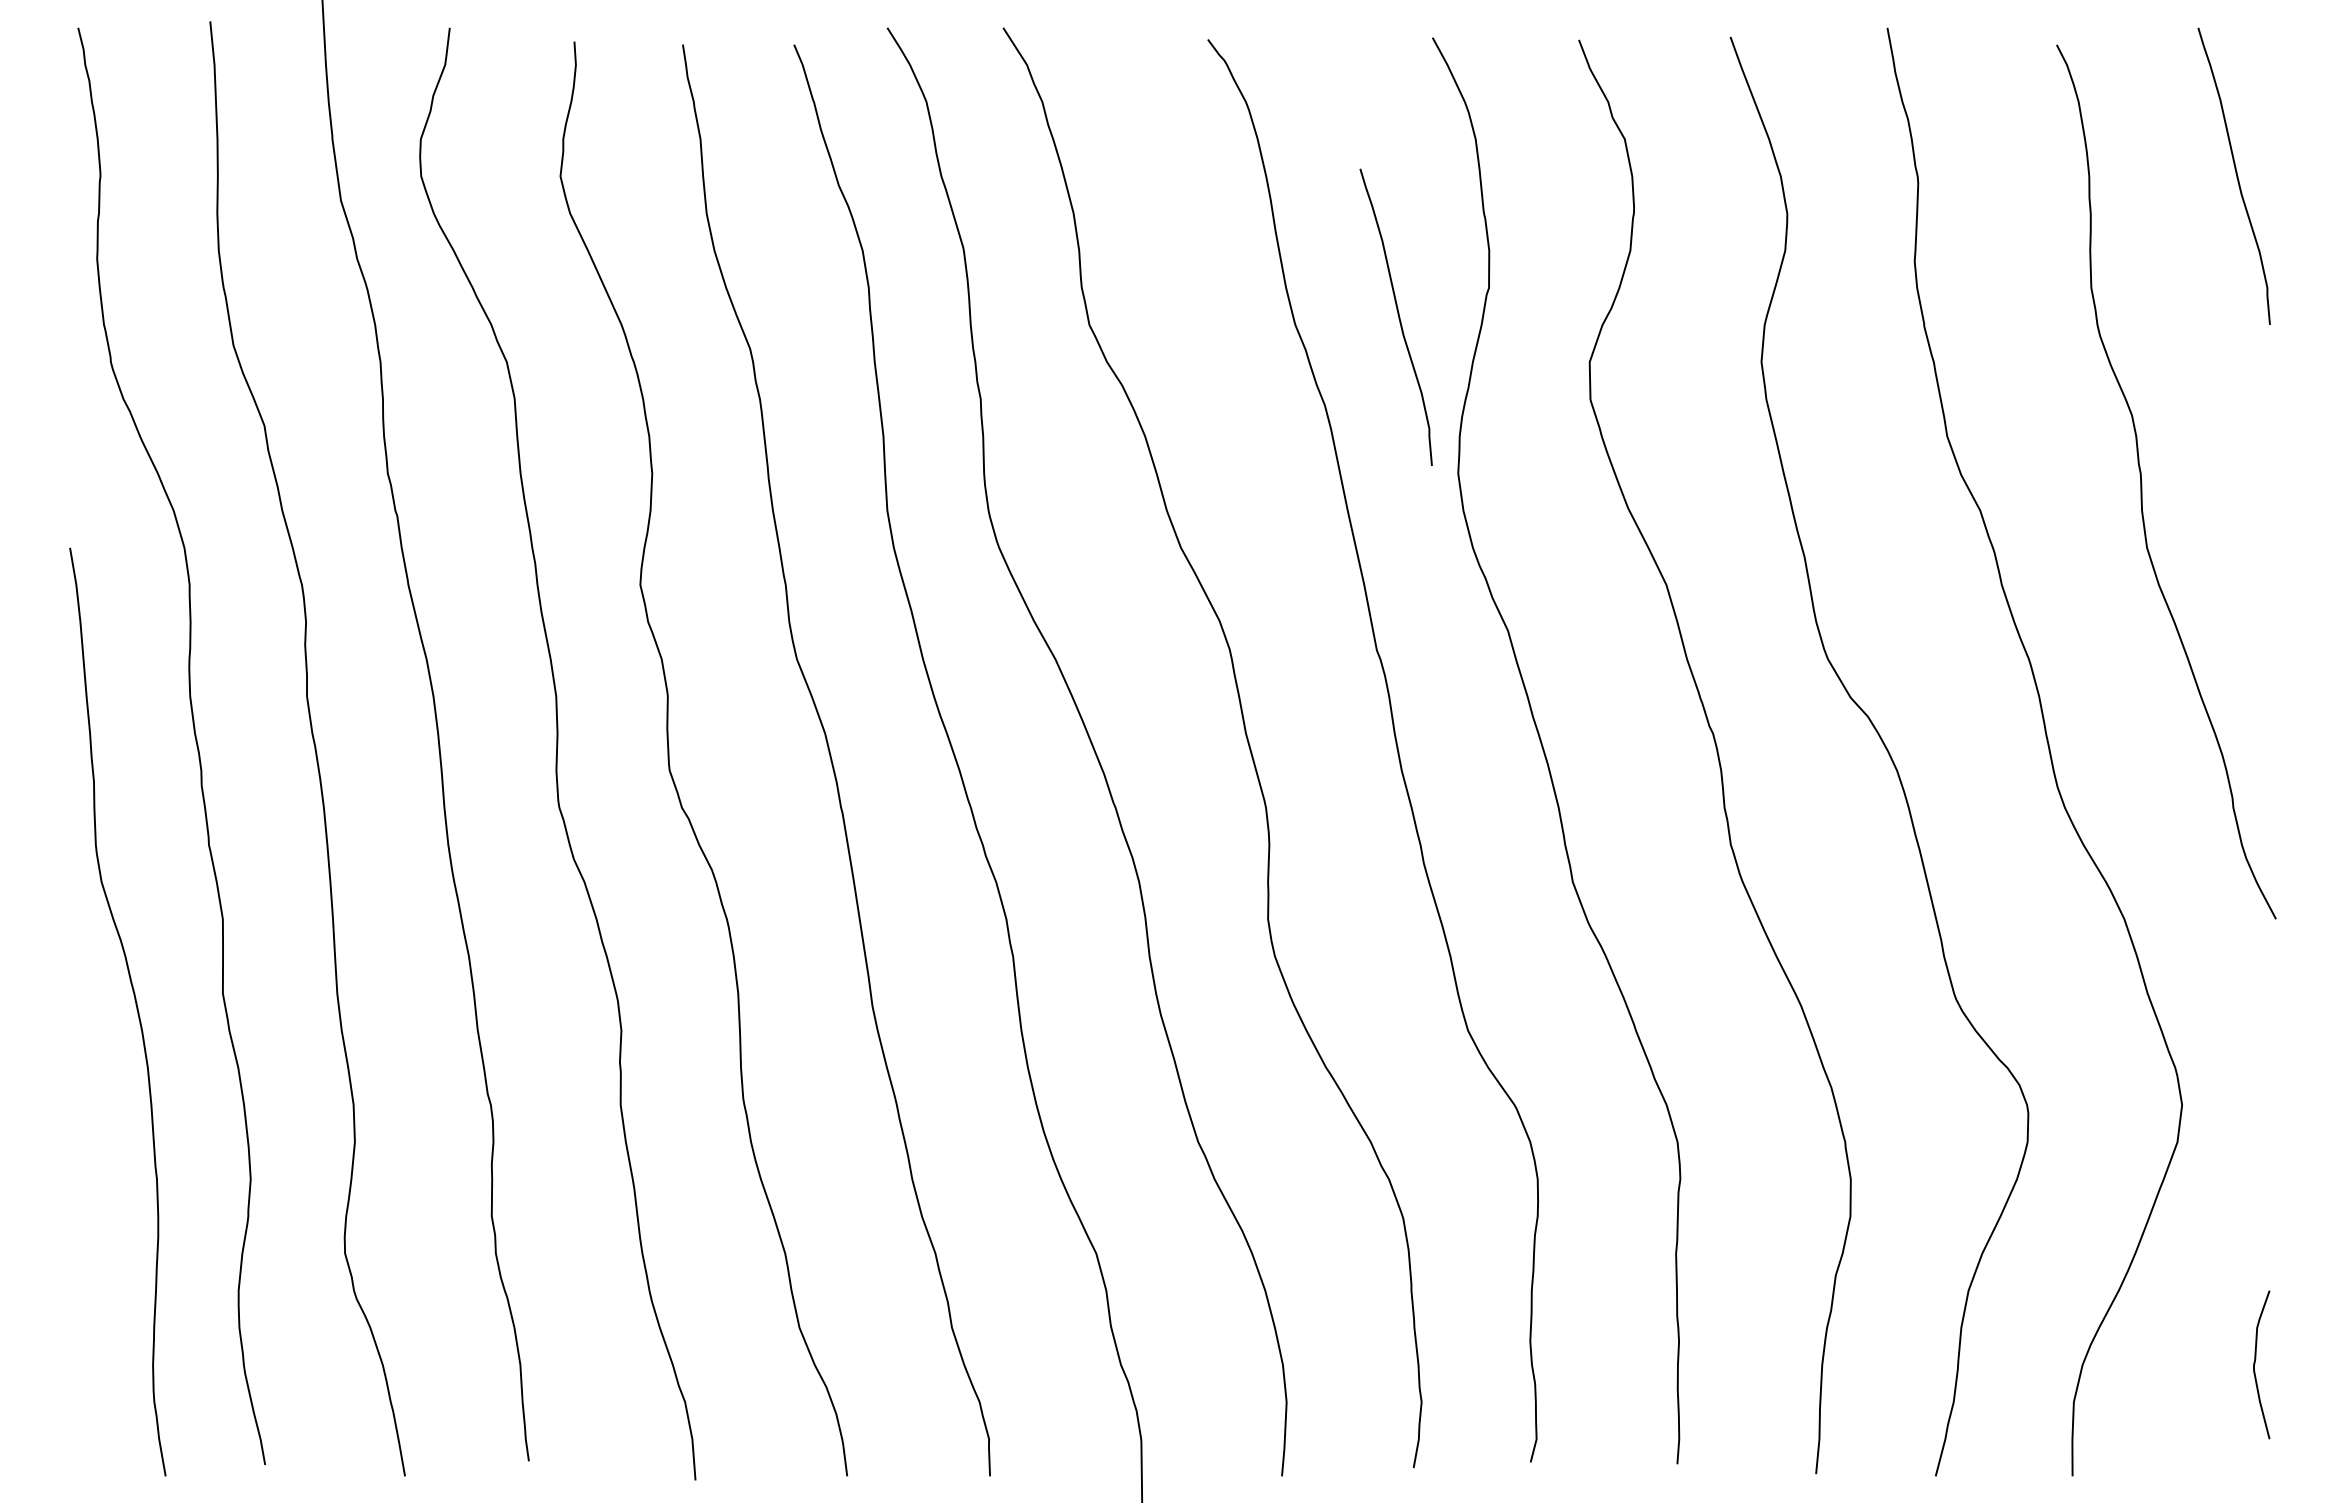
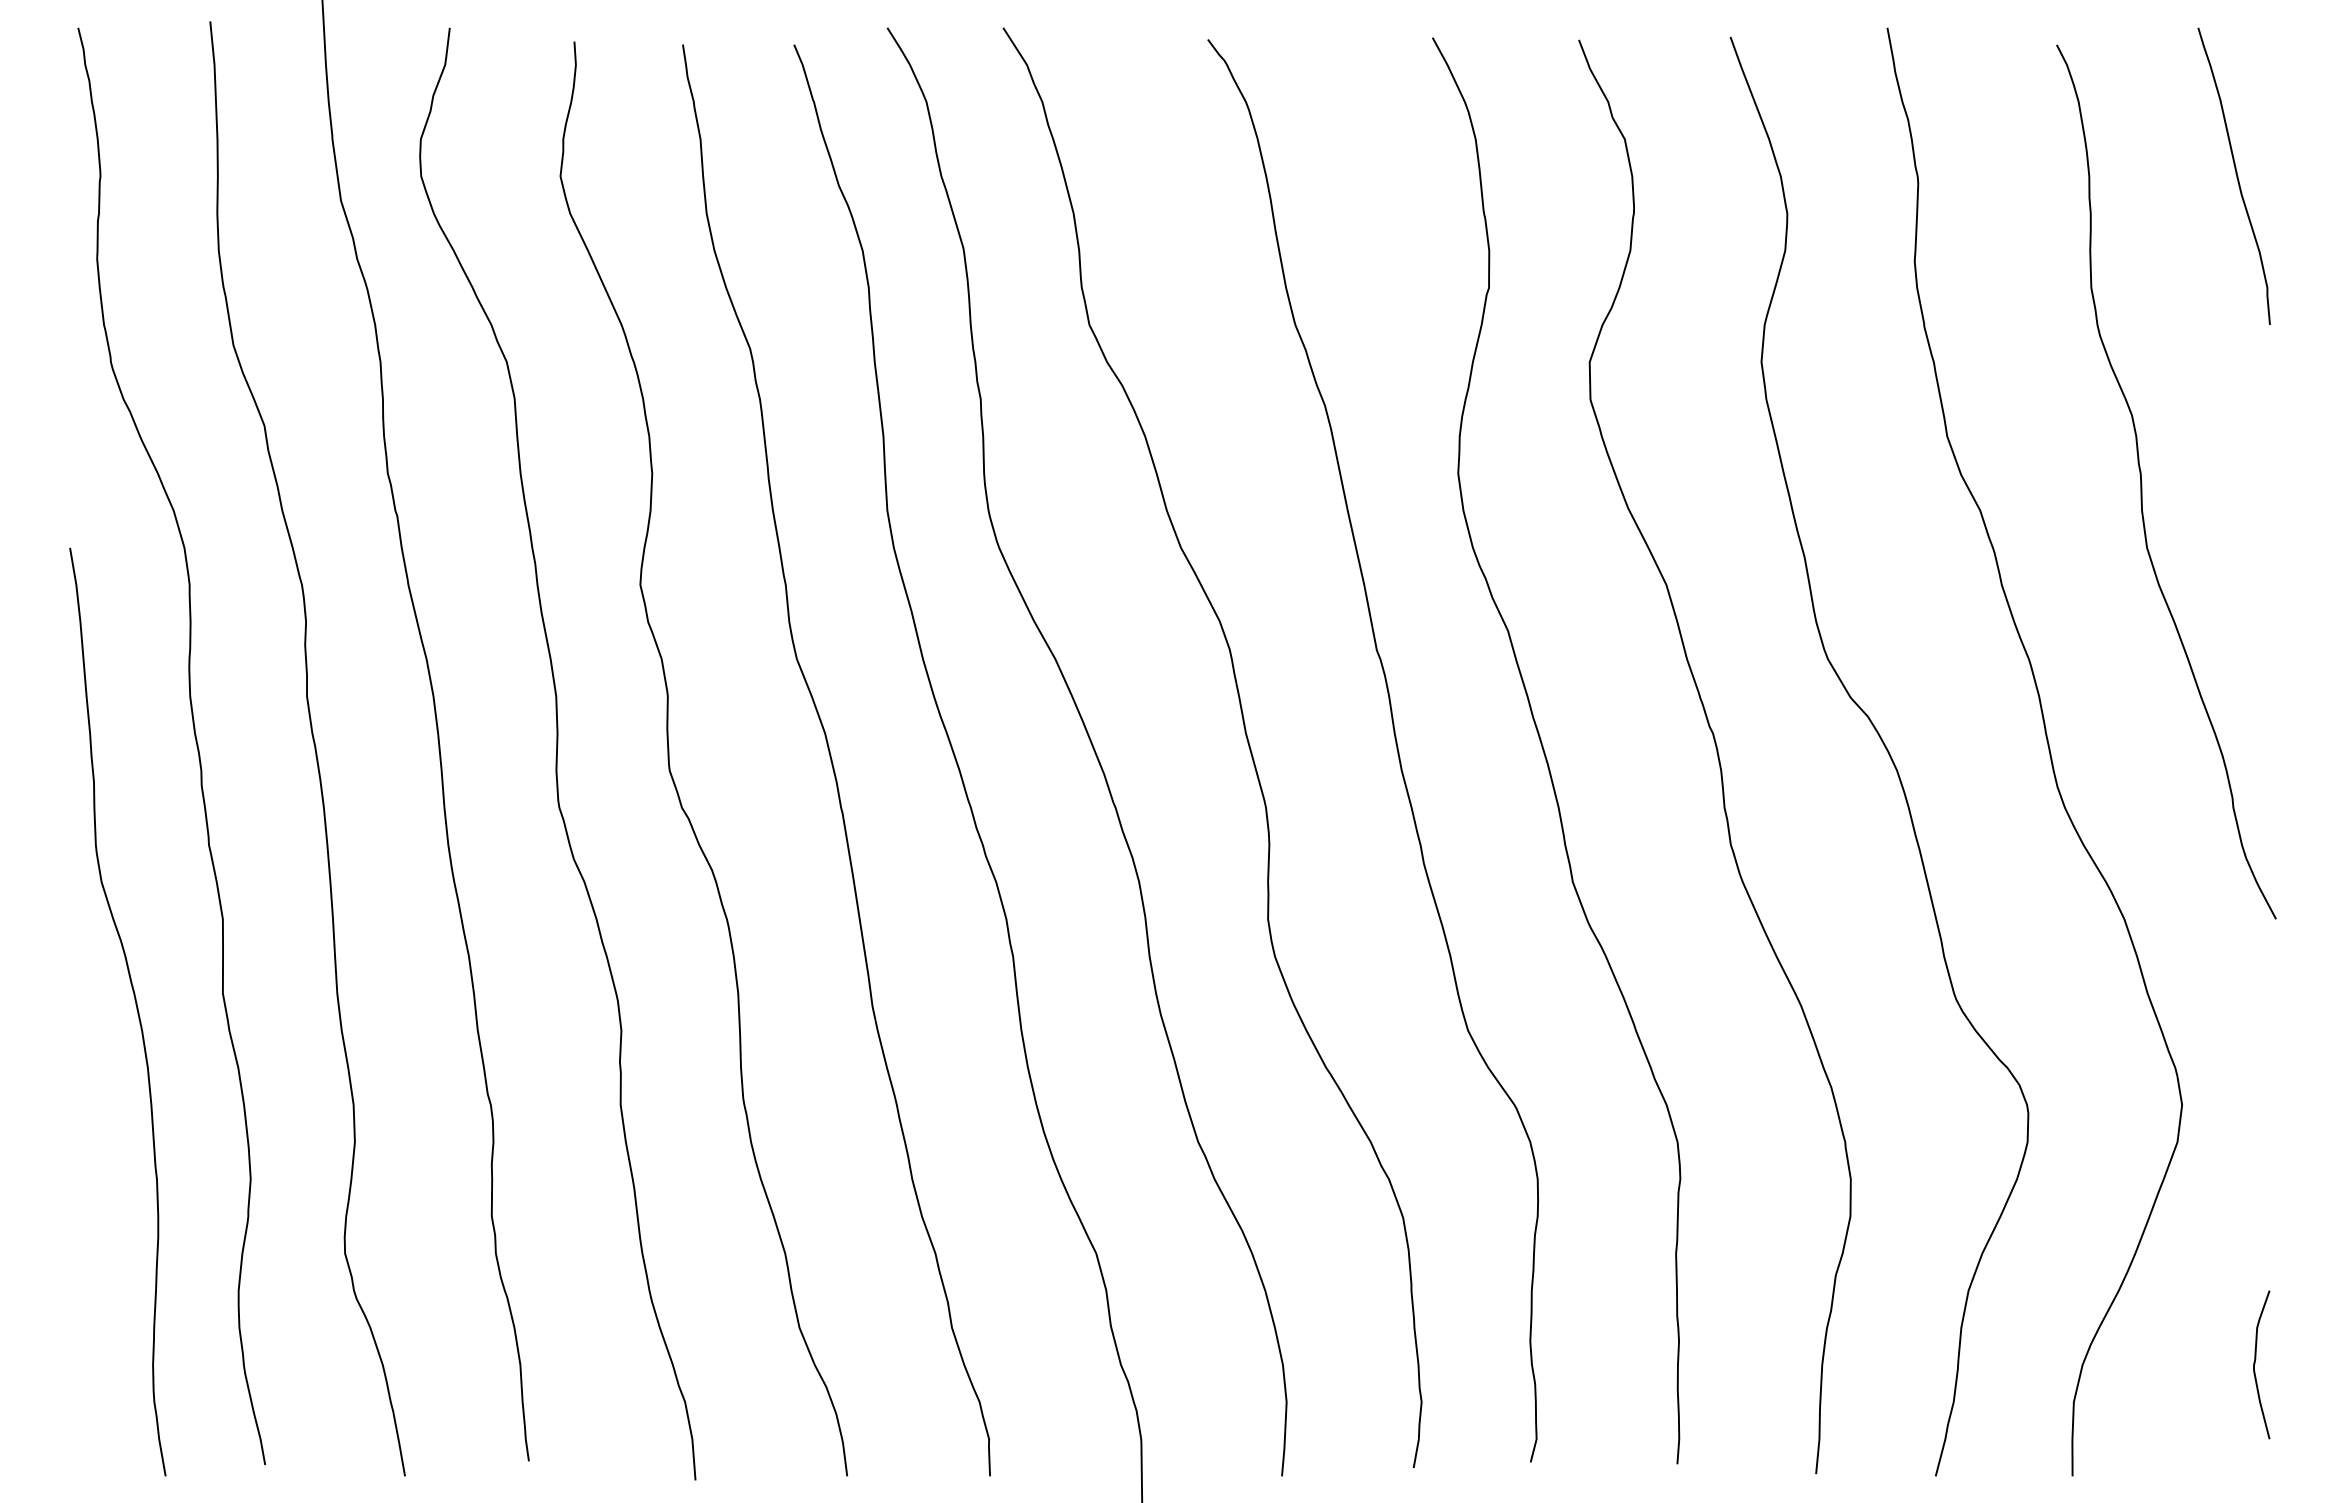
curve at (1397, 314): present -> none
